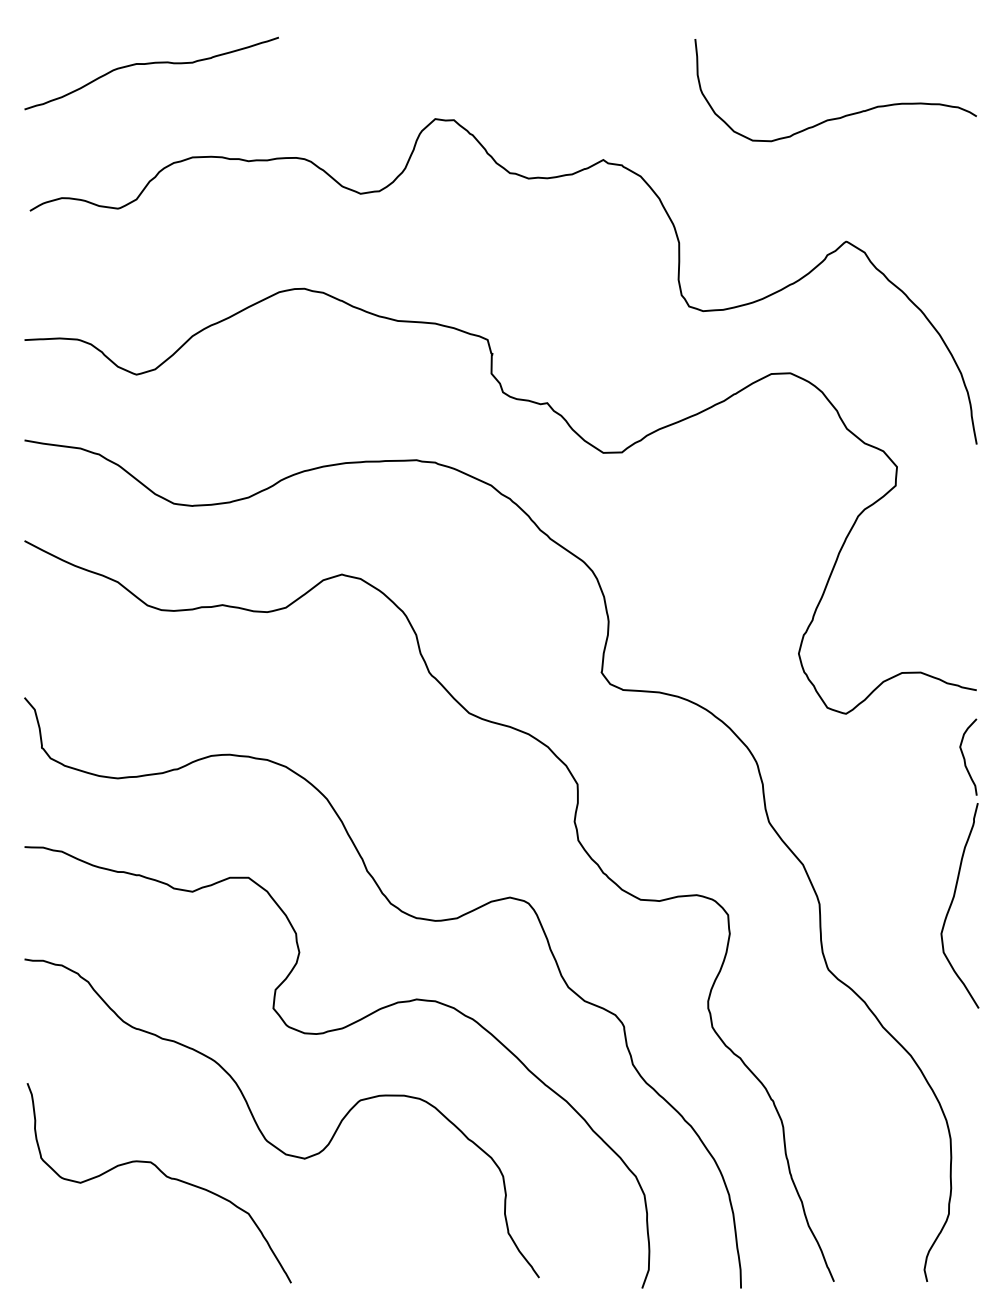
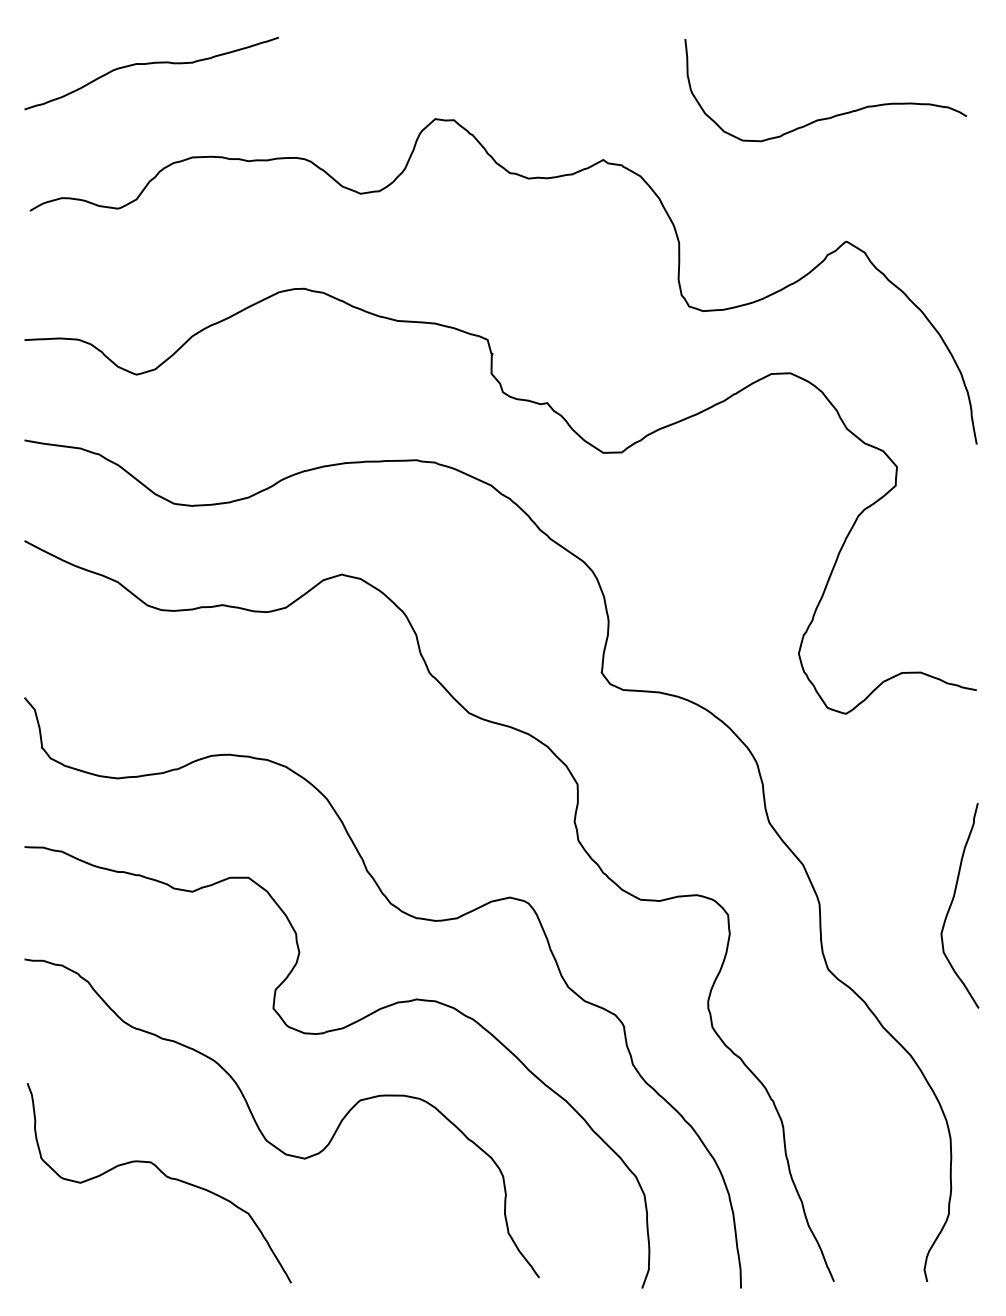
curve at (843, 115) position: (843, 115) -> (833, 115)
curve at (965, 758): present -> none
